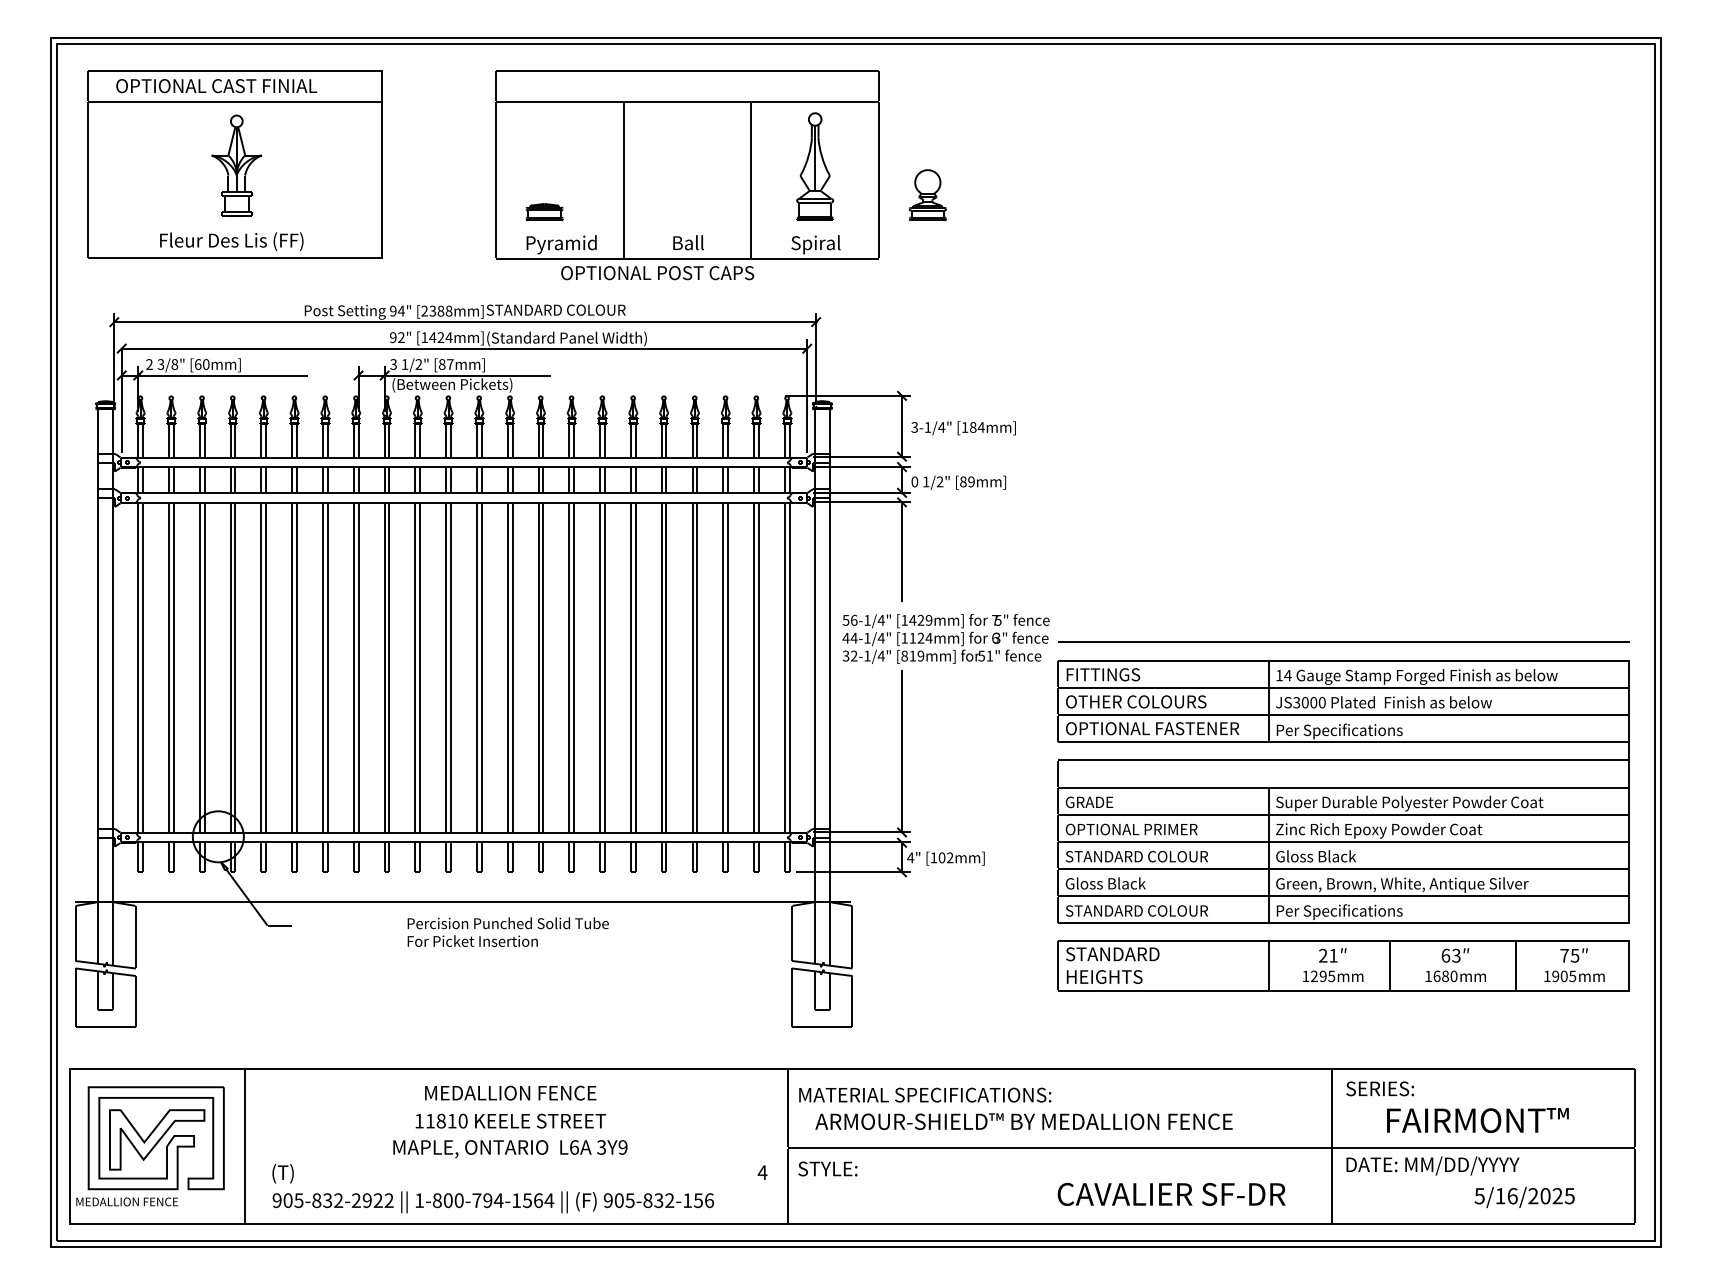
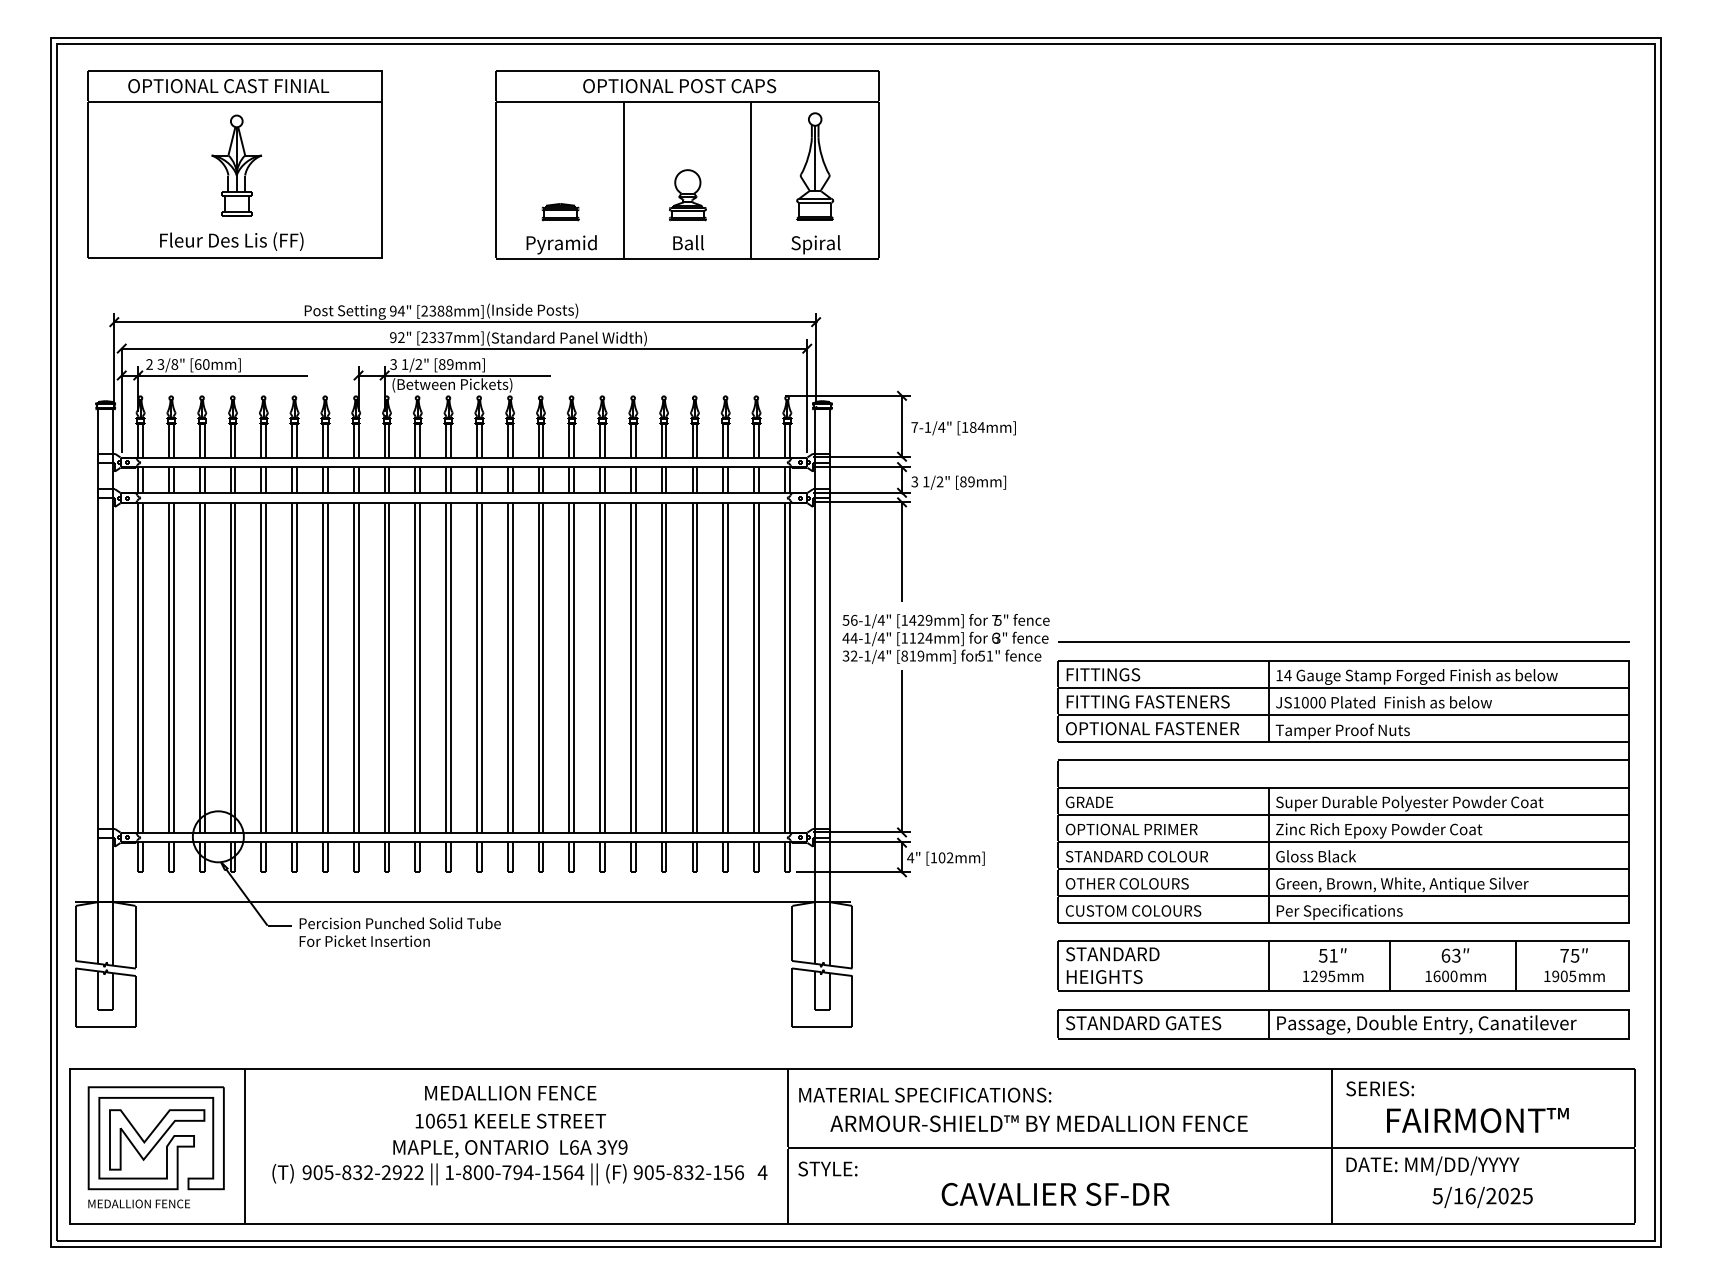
text at (216, 86) position: (216, 86) -> (228, 86)
part at (927, 195) position: (927, 195) -> (687, 195)
part at (544, 212) position: (544, 212) -> (560, 212)
text at (657, 273) position: (657, 273) -> (679, 86)
text at (555, 310): STANDARD COLOUR -> (Inside Posts)
text at (436, 337): [1424mm] -> [2337mm]
text at (450, 364): [87mm] -> [89mm]
text at (914, 427): 3-1/4" -> 7-1/4"
text at (914, 481): 0 -> 3
text at (1147, 701): OTHER COLOURS -> FITTING FASTENERS
text at (1296, 702): JS3000 -> JS1000
text at (1342, 731): Per Specifications -> Tamper Proof Nuts
text at (1127, 883): Gloss Black -> OTHER COLOURS
text at (1136, 910): STANDARD COLOUR -> CUSTOM COLOURS
text at (507, 931) position: (507, 931) -> (399, 931)
text at (1323, 955): 21 -> 51
text at (1445, 976): 1680 -> 1600
part at (1343, 1024): none -> present
text at (446, 1120): 11810 -> 10651
text at (1023, 1121) position: (1023, 1121) -> (1038, 1123)
text at (1171, 1193) position: (1171, 1193) -> (1055, 1193)
text at (1524, 1196) position: (1524, 1196) -> (1482, 1196)
text at (127, 1201) position: (127, 1201) -> (139, 1203)
text at (492, 1202) position: (492, 1202) -> (522, 1174)
